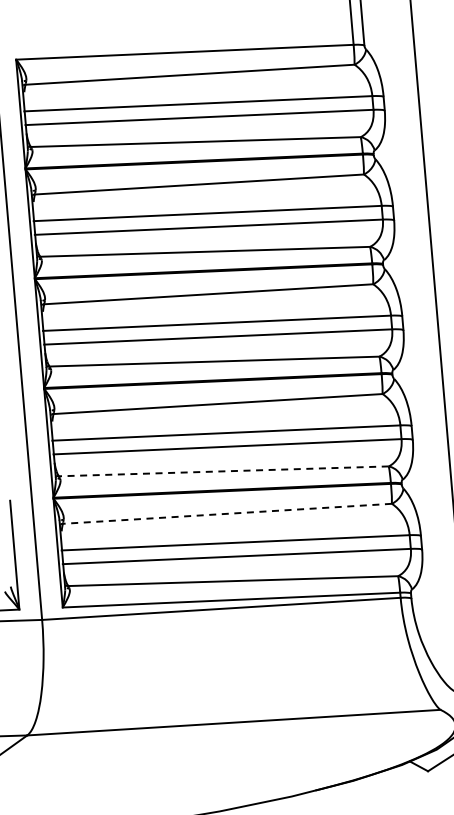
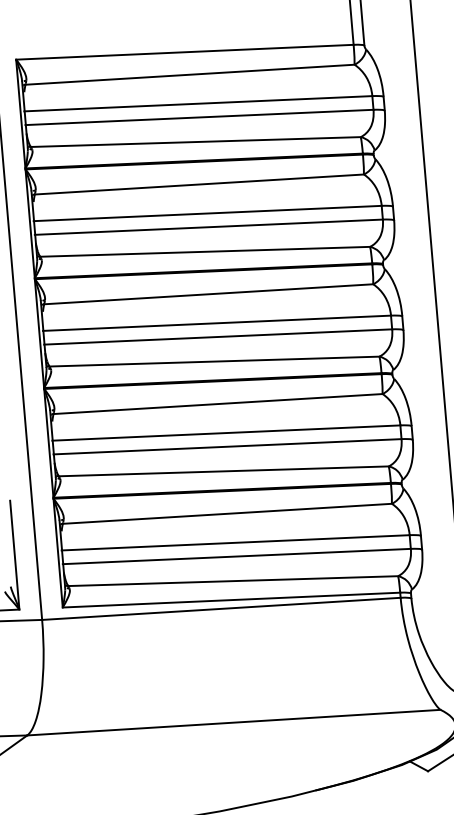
line at (223, 471): dashed -> solid
line at (227, 513): dashed -> solid
